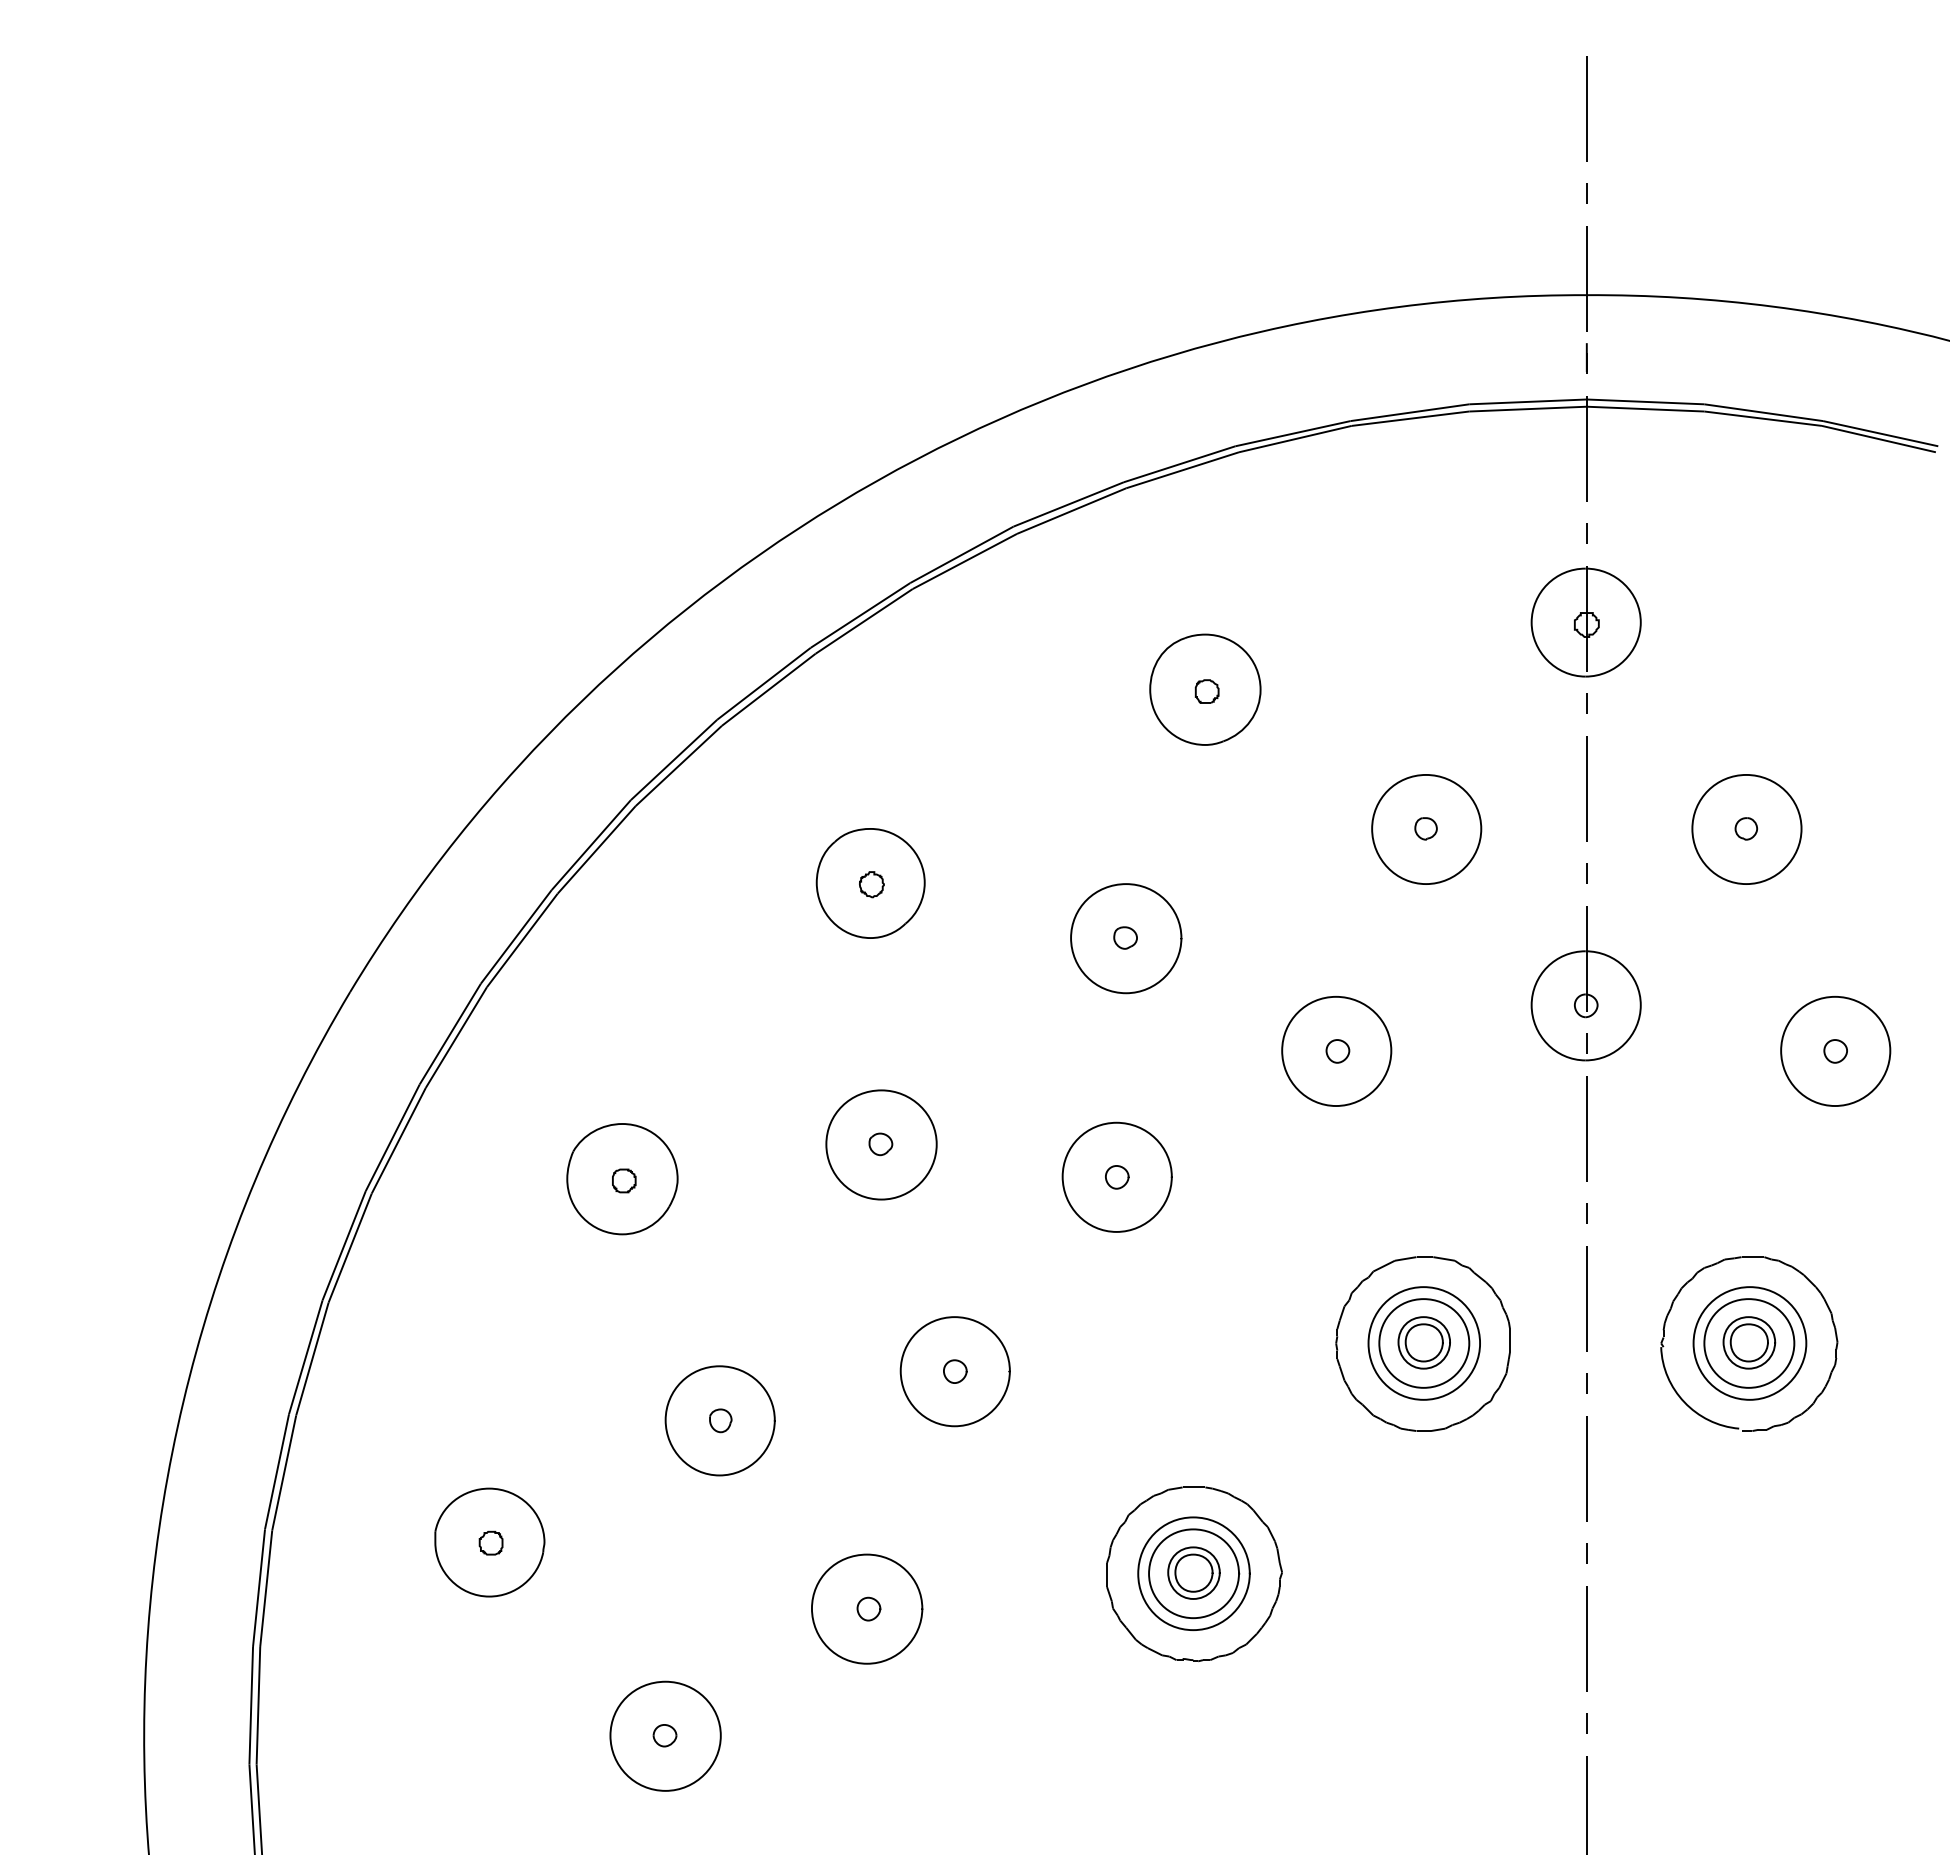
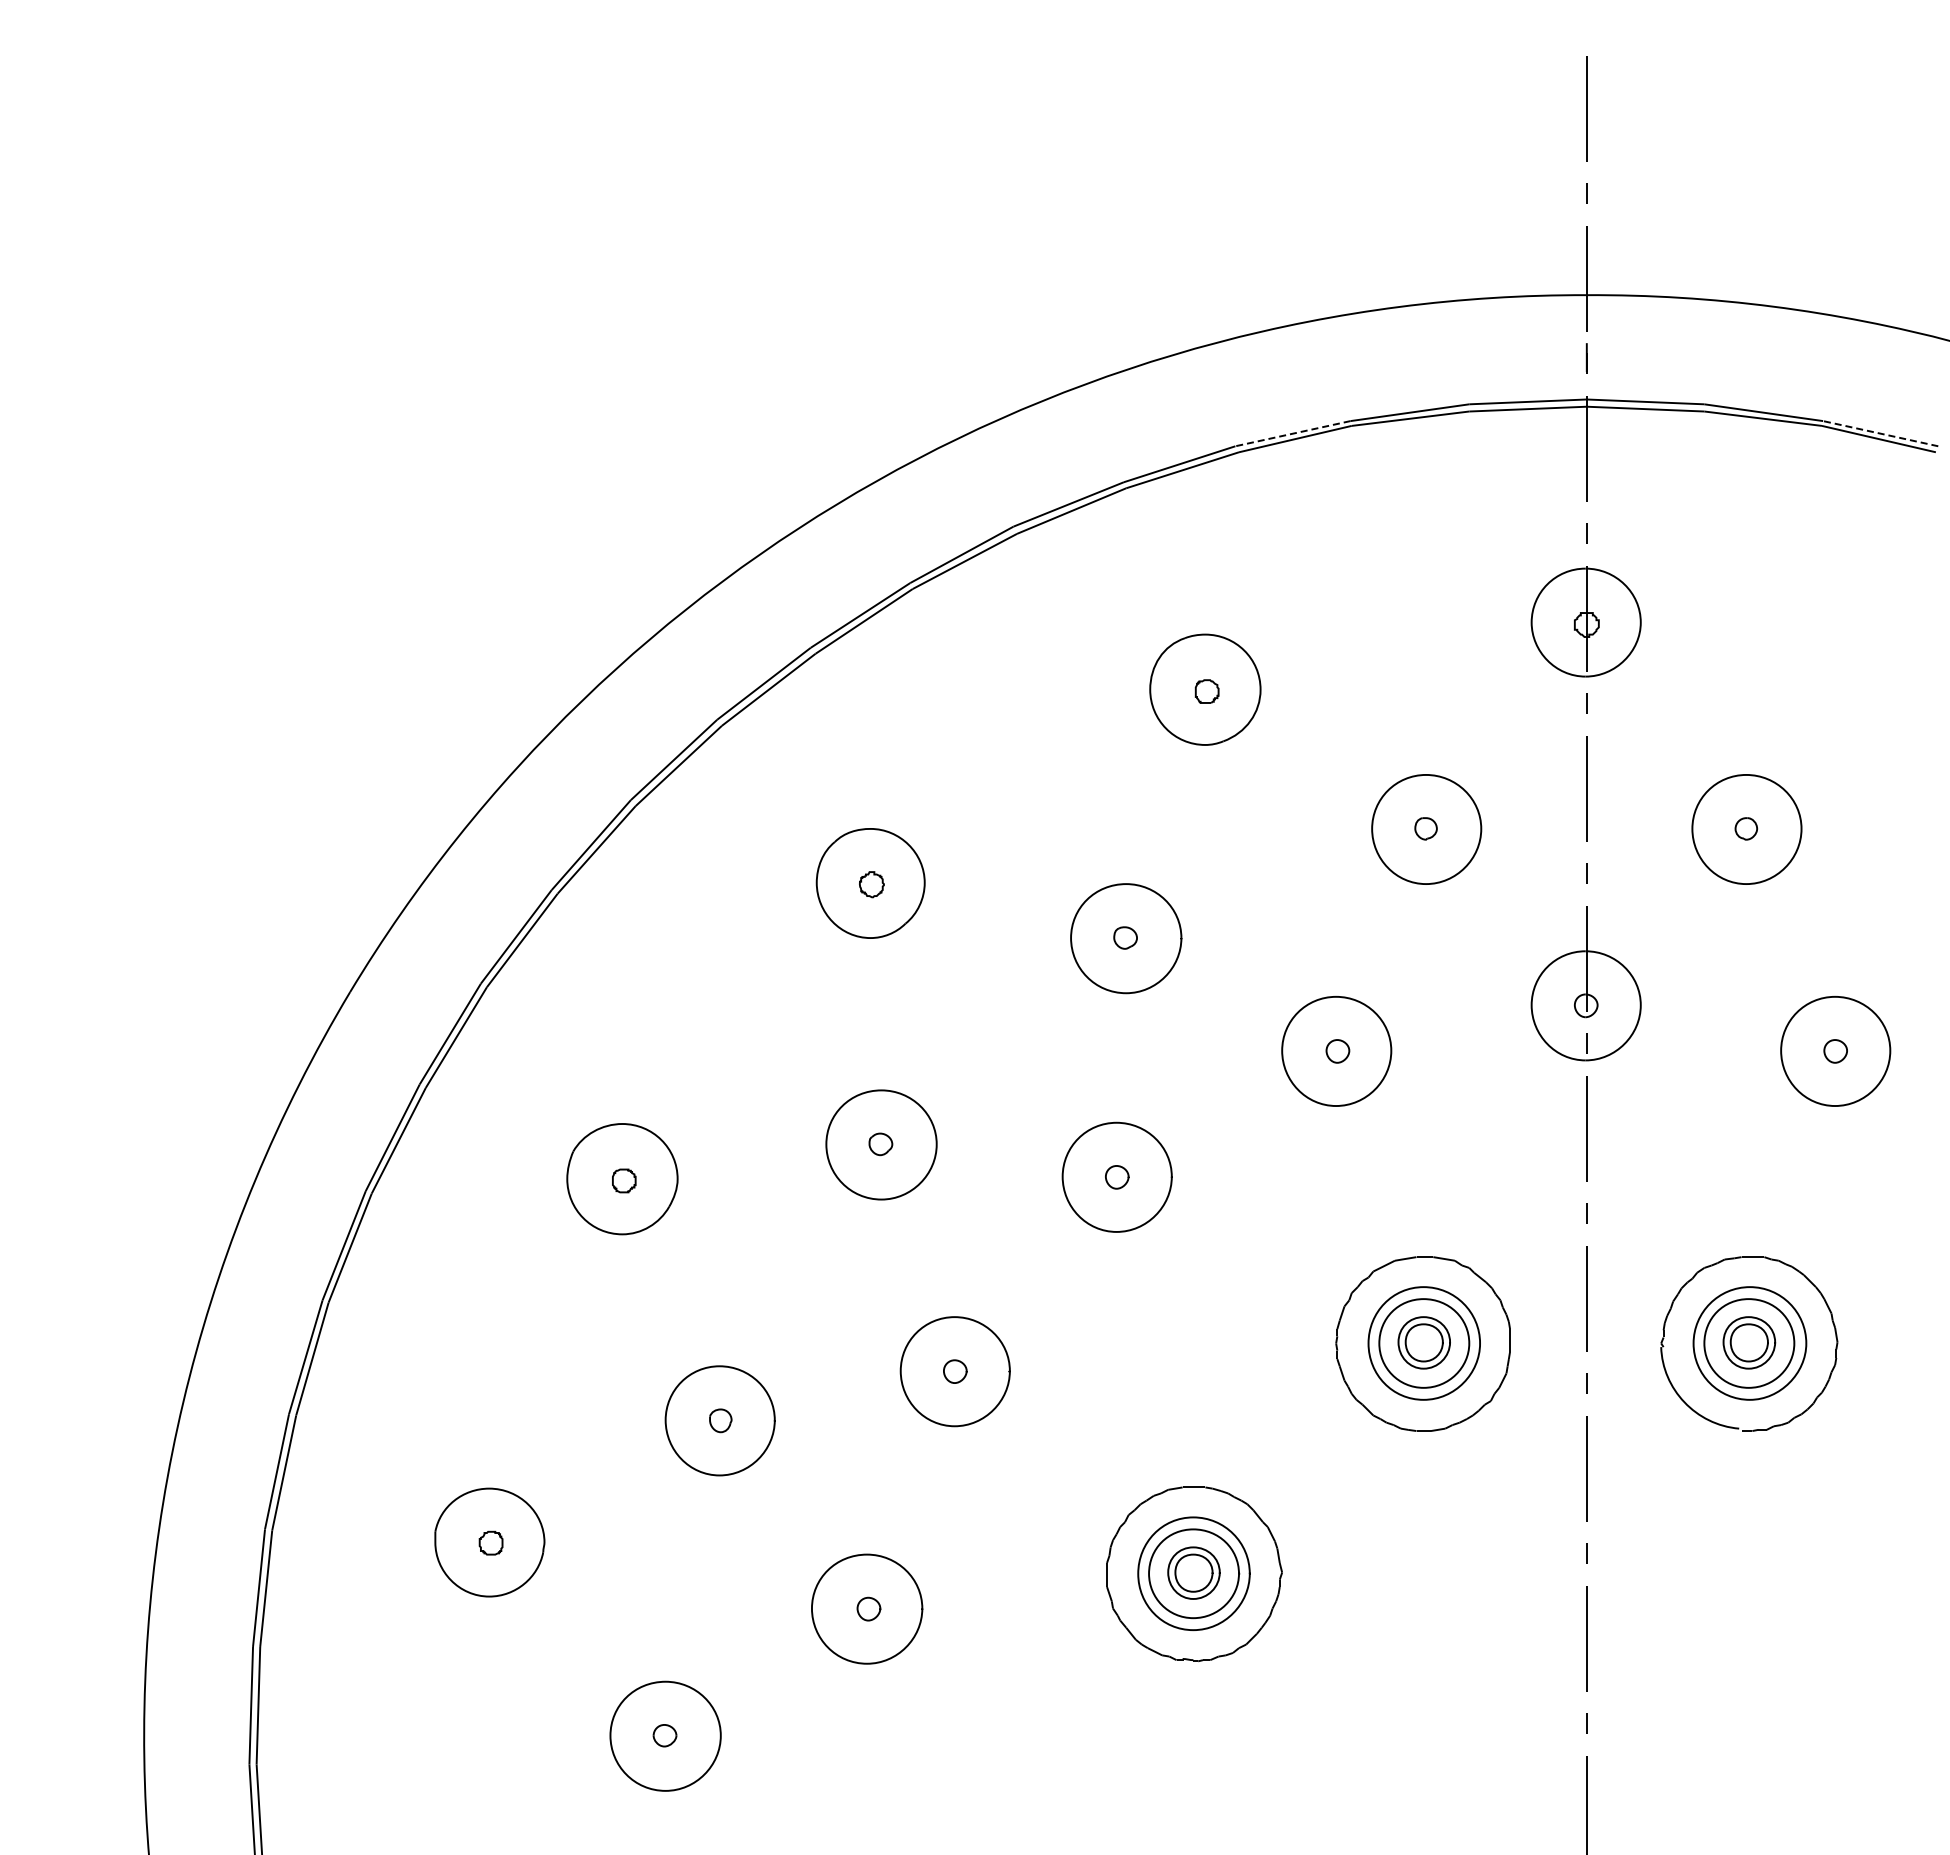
line at (1292, 433): solid -> dashed
line at (1880, 433): solid -> dashed
